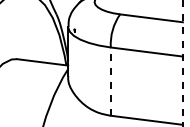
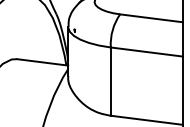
line at (182, 63): dashed -> solid
line at (110, 81): dashed -> solid
